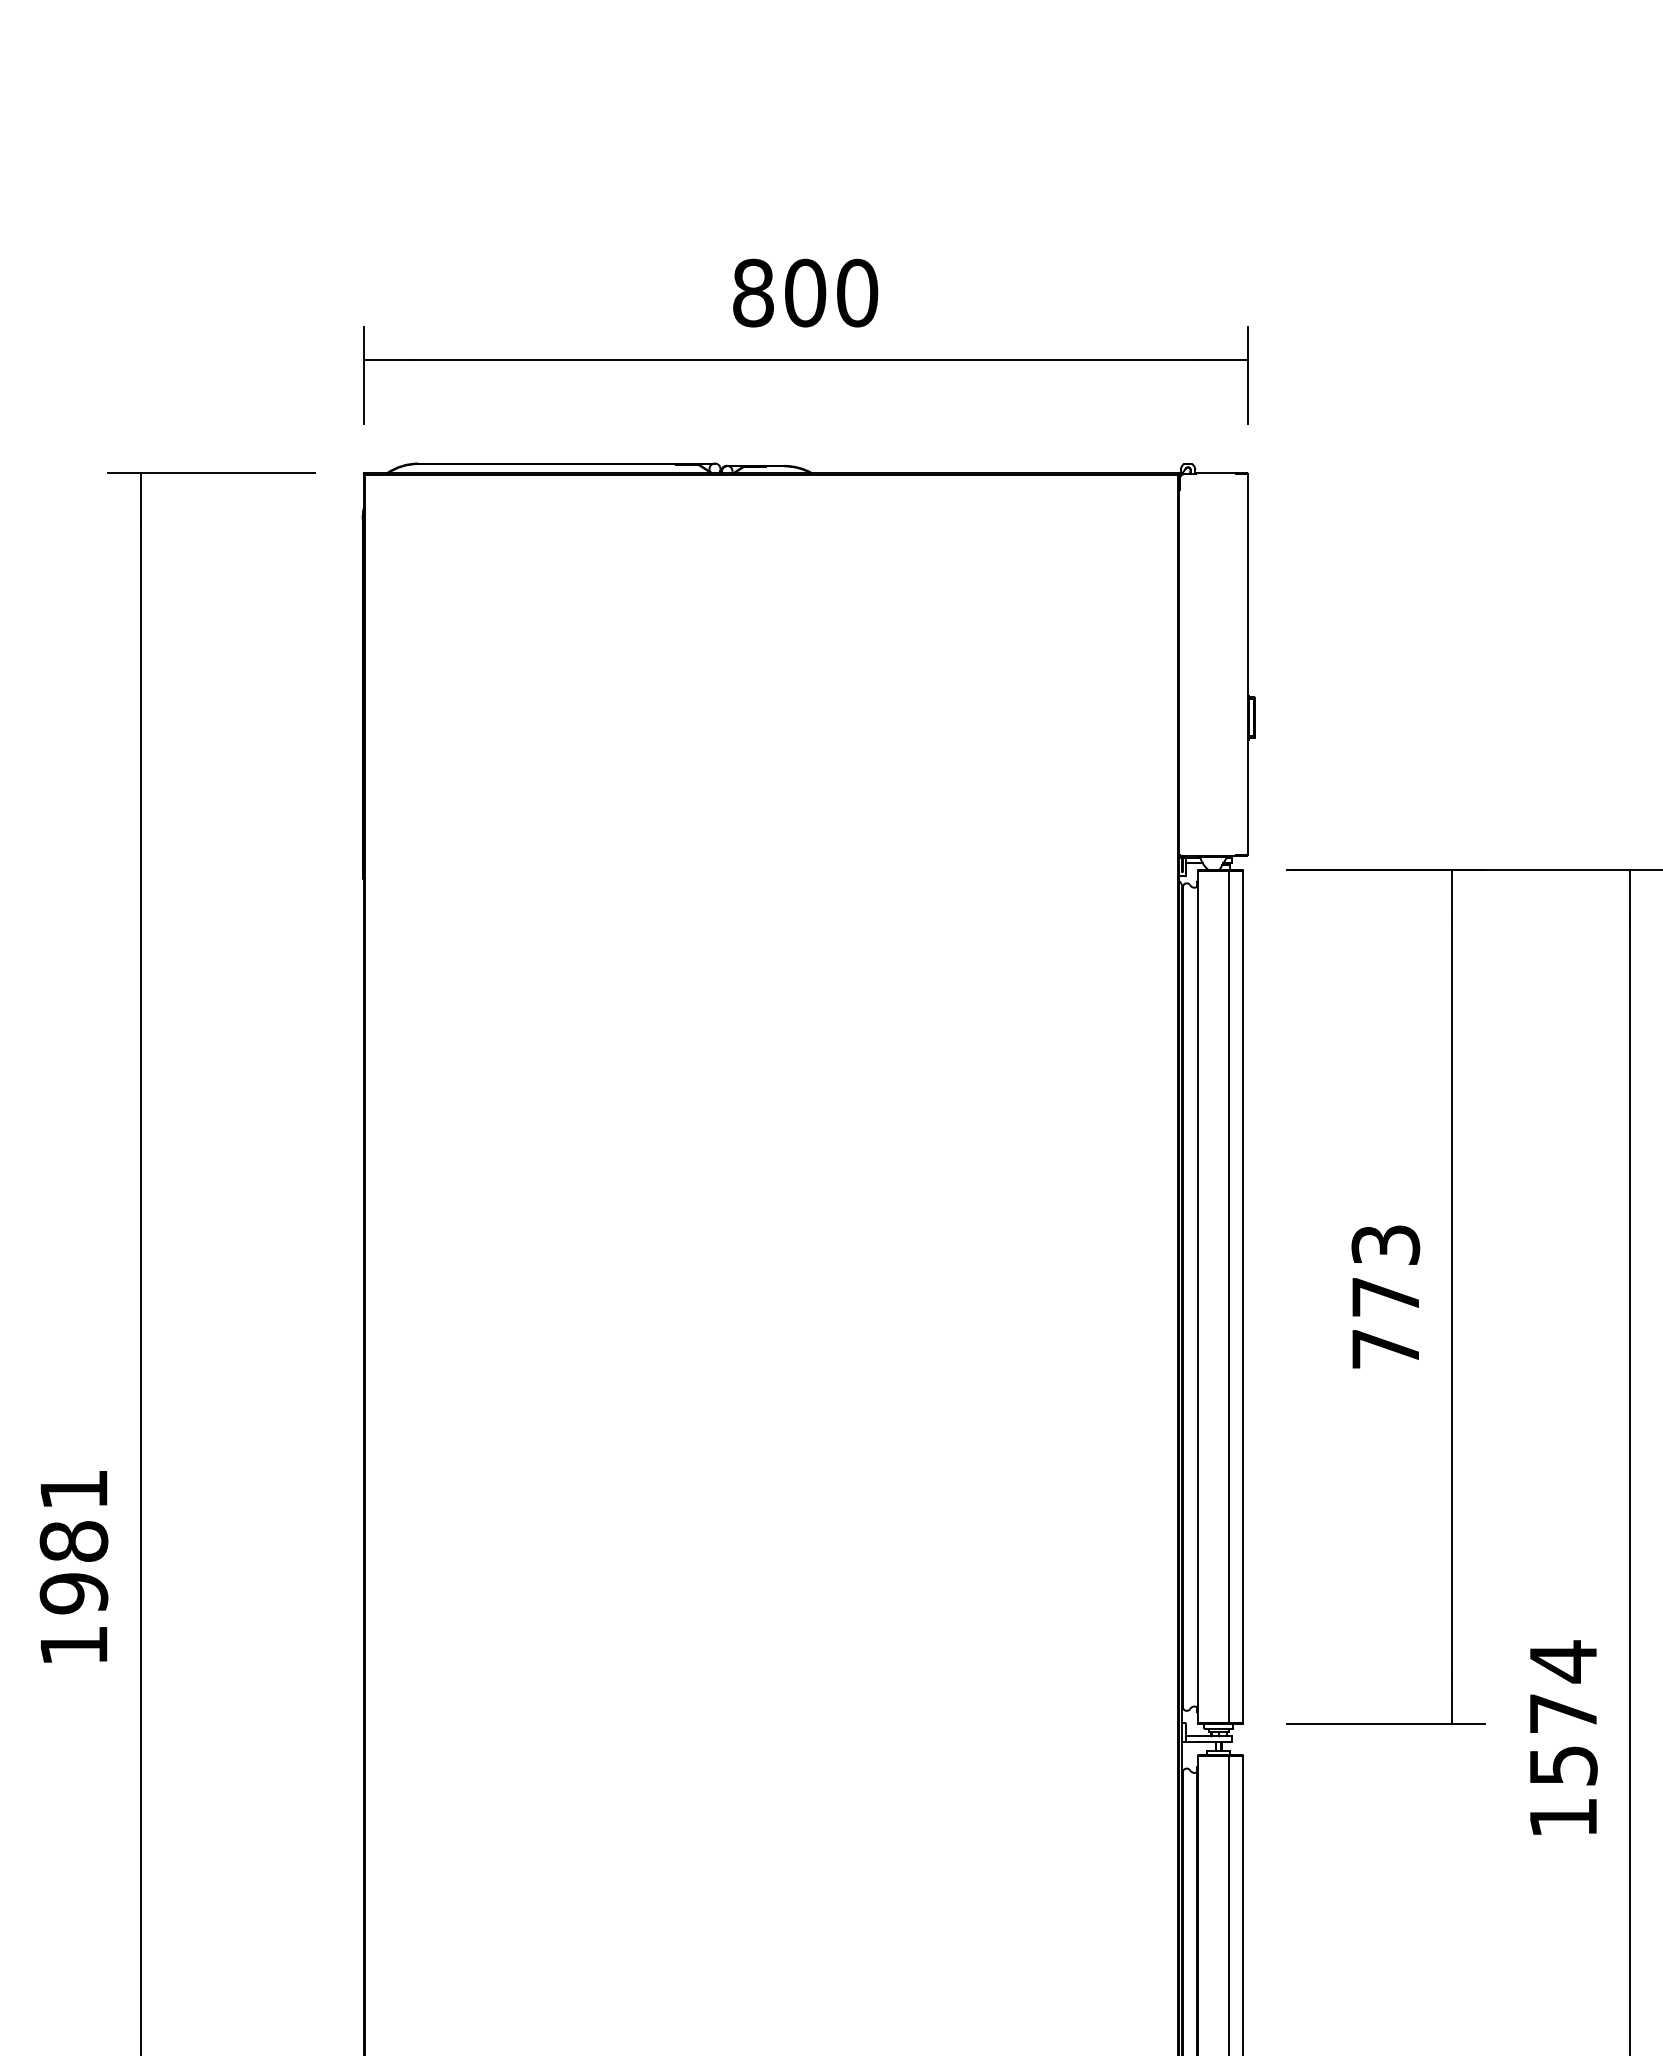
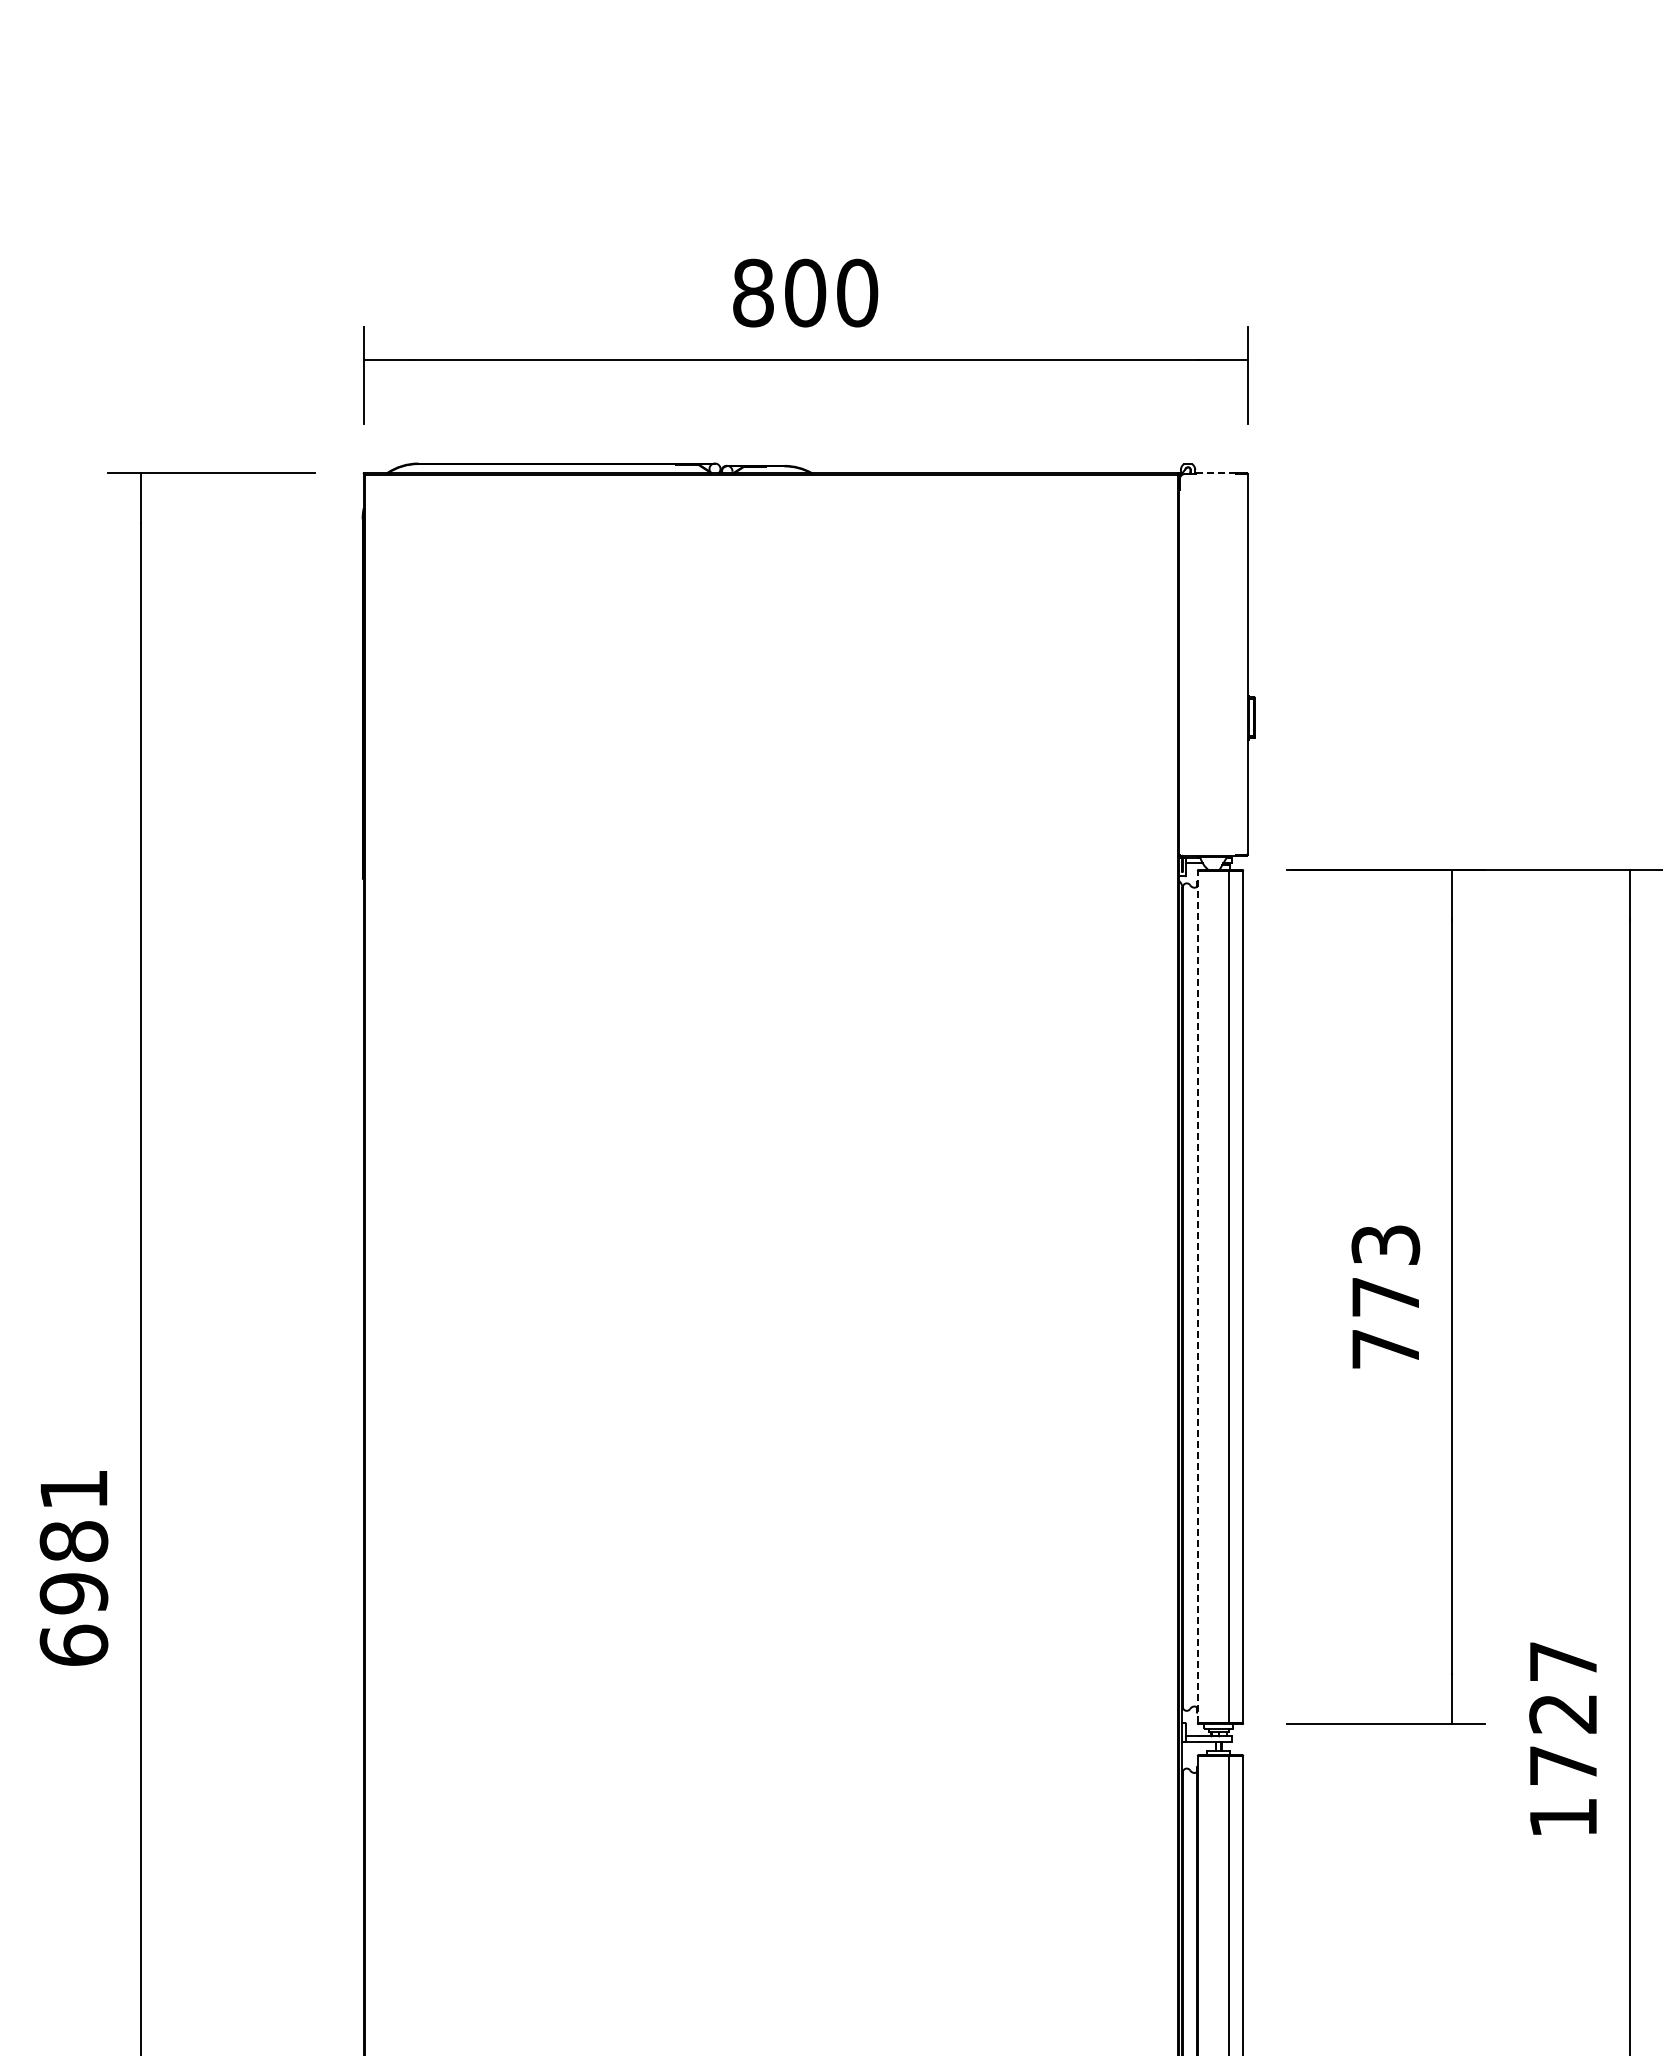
line at (1216, 473): solid -> dashed
line at (1197, 1296): solid -> dashed
text at (73, 1644): 1981 -> 6981
text at (1563, 1712): 1574 -> 1727
